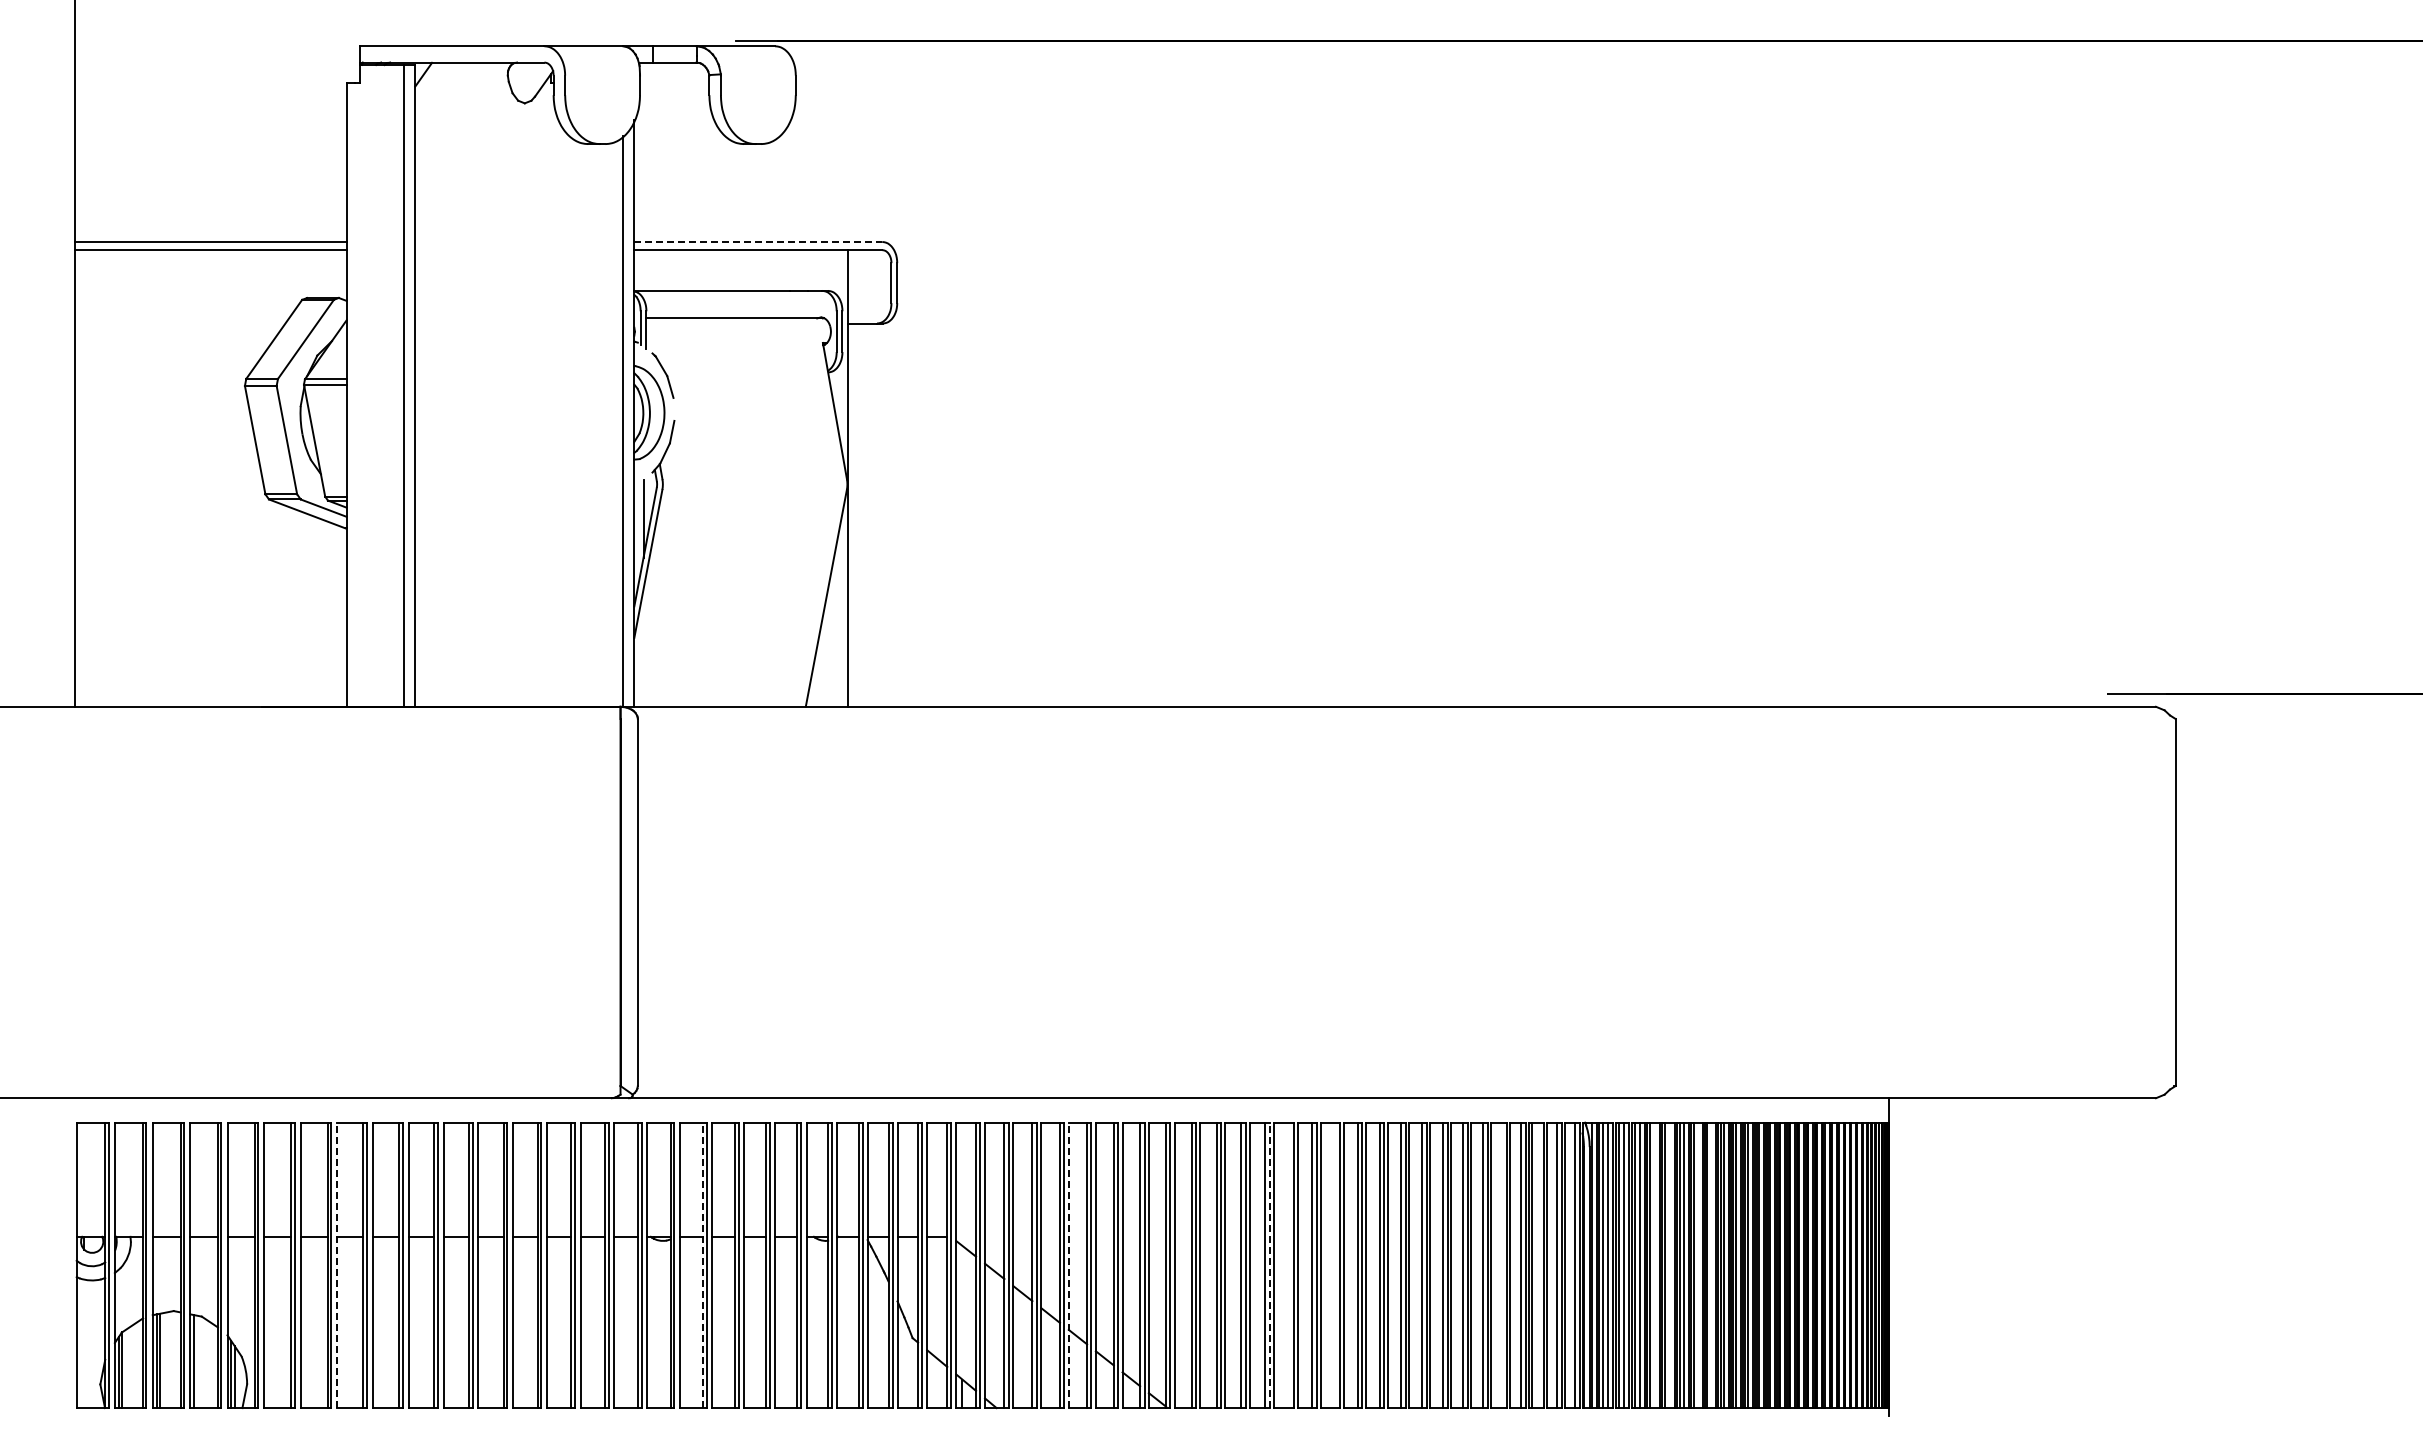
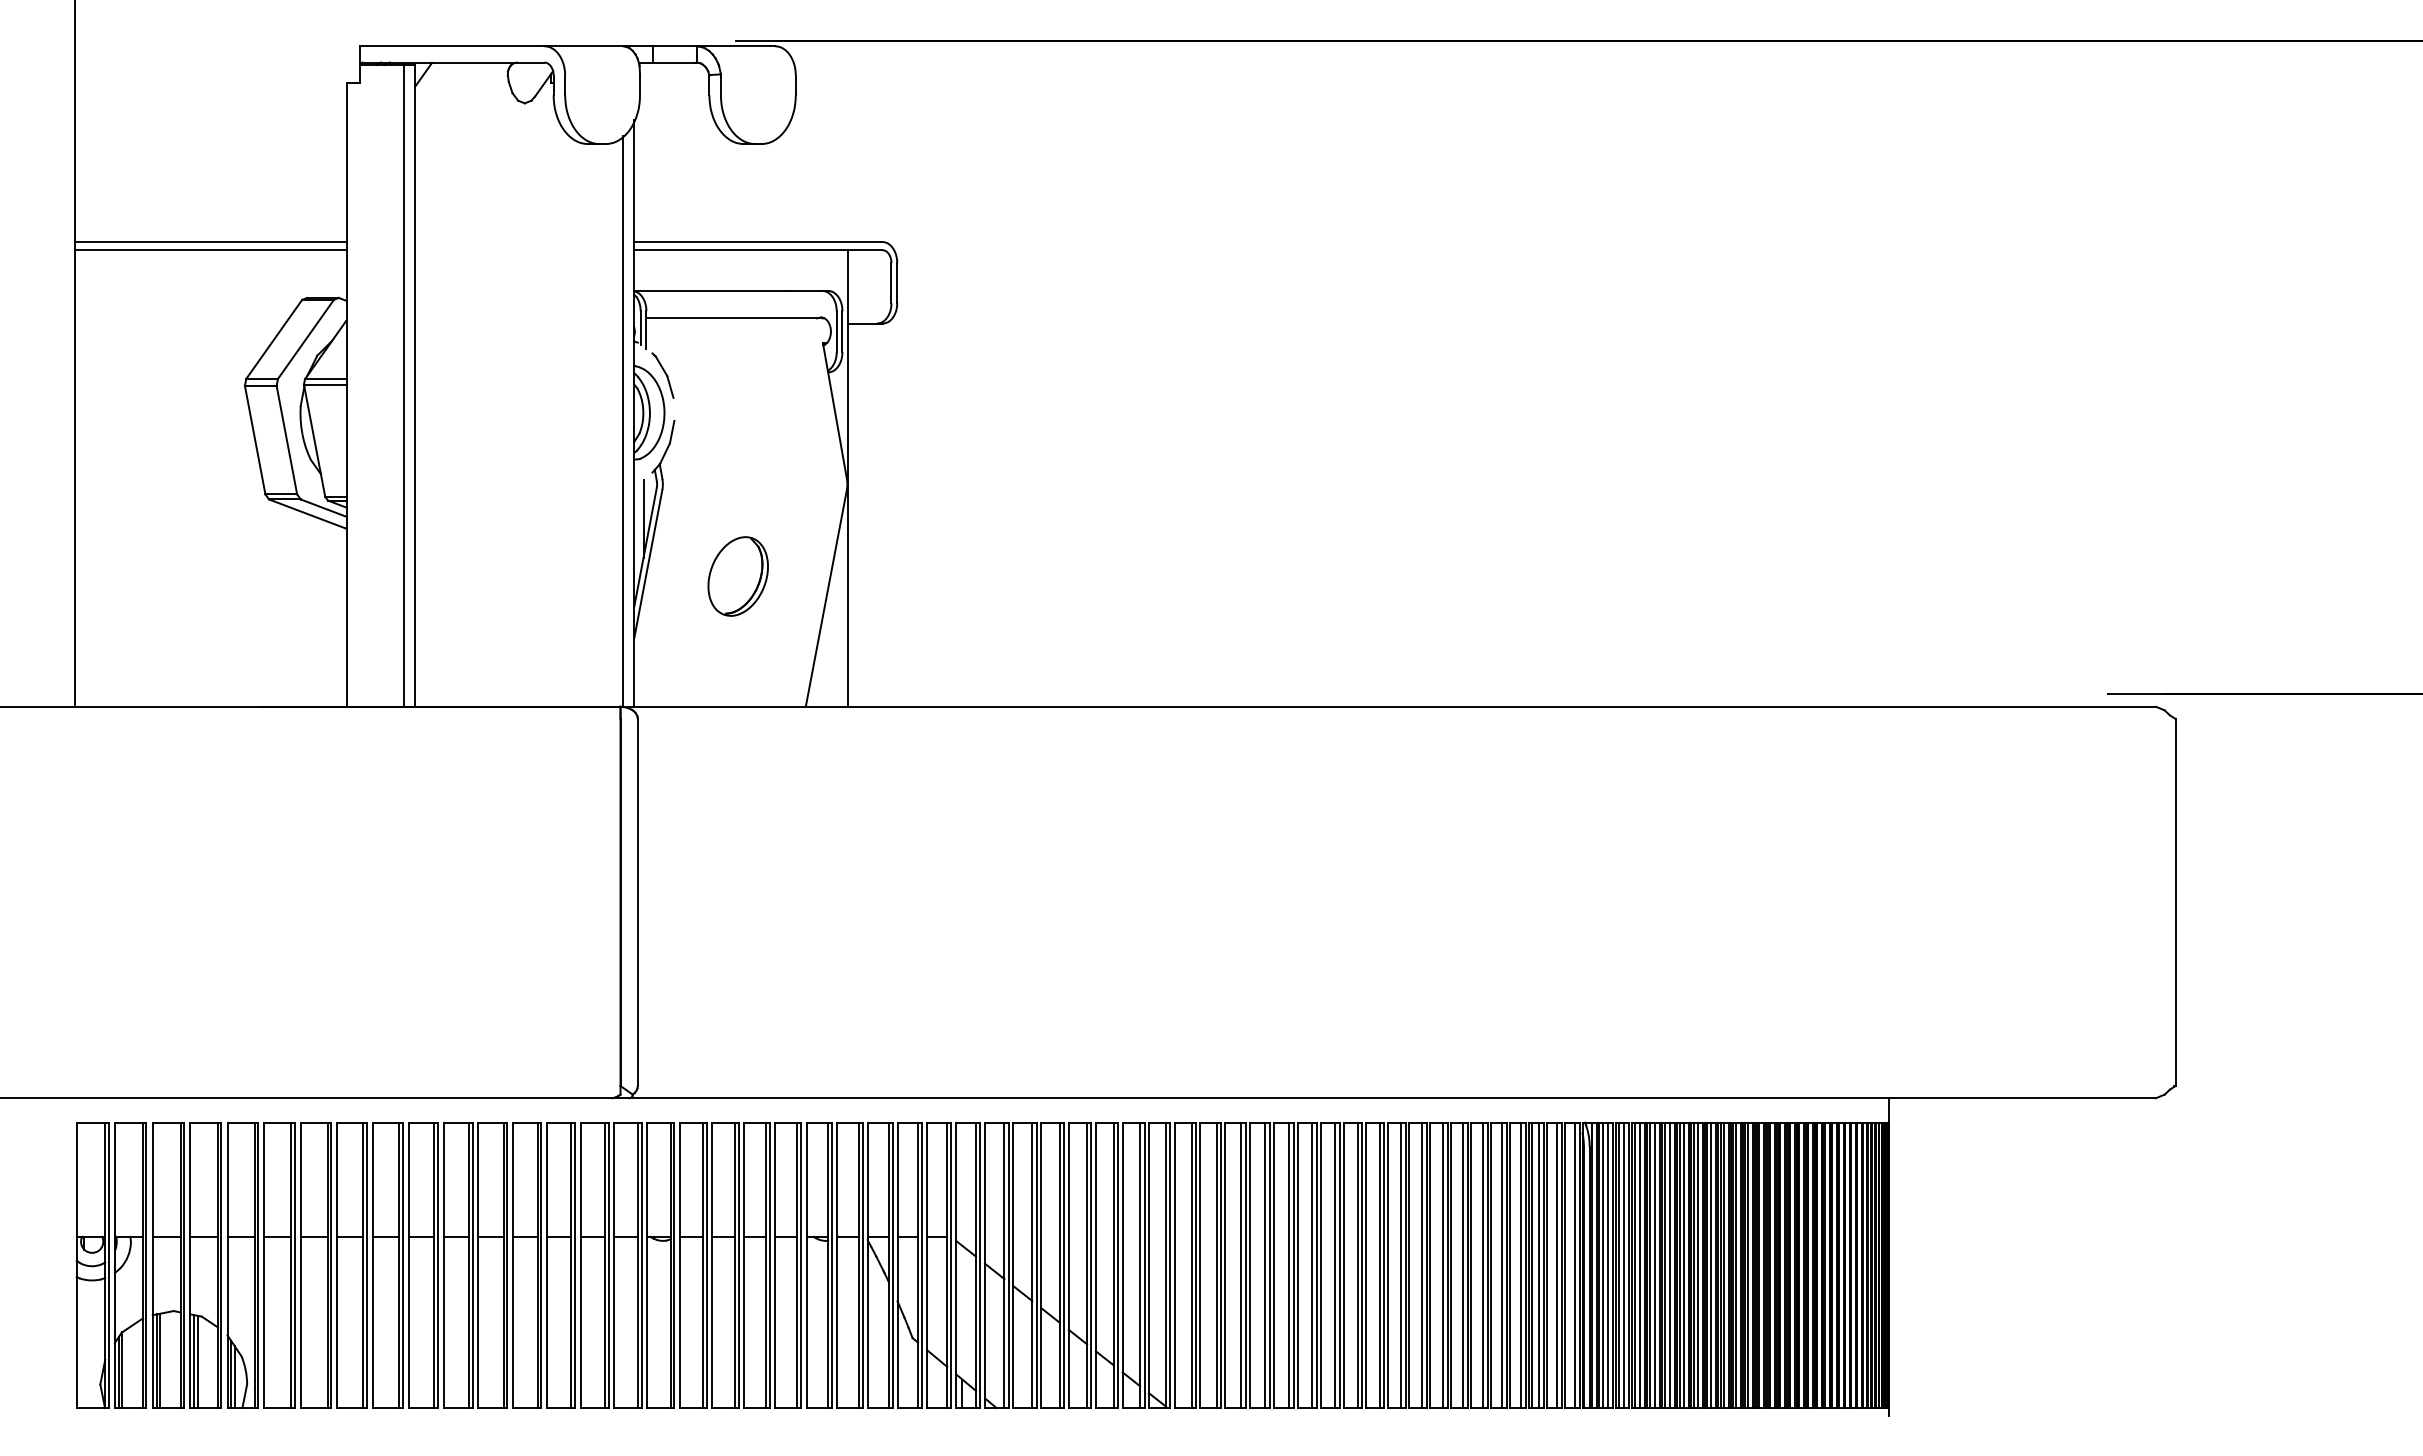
line at (758, 241): dashed -> solid
part at (737, 576): none -> present
line at (337, 1265): dashed -> solid
line at (702, 1265): dashed -> solid
line at (1068, 1265): dashed -> solid
line at (1269, 1265): dashed -> solid
line at (1289, 1265): none -> present
line at (1335, 1265): none -> present
line at (1502, 1265): none -> present
line at (1539, 1265): none -> present
line at (1655, 1265): none -> present
line at (1669, 1265): none -> present
line at (1697, 1265): none -> present
line at (1710, 1265): none -> present
line at (197, 1361): none -> present
